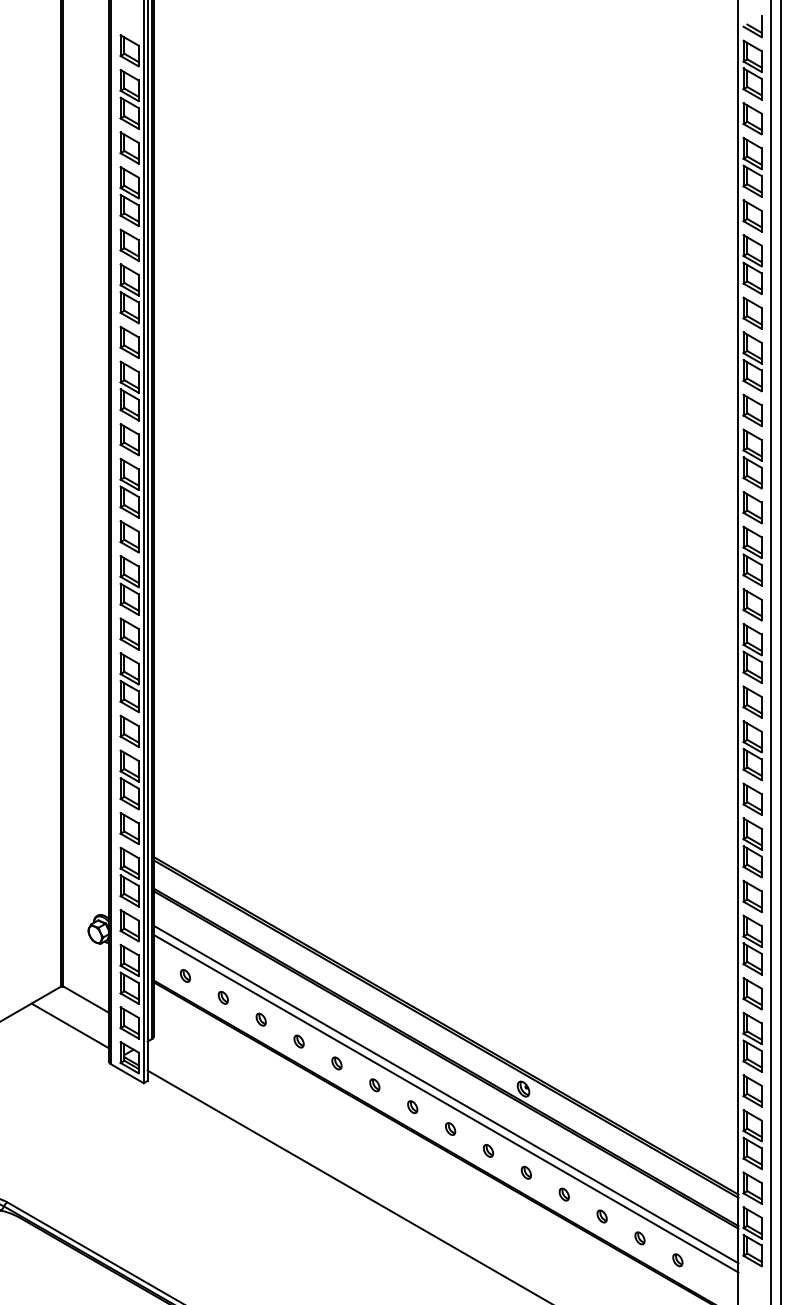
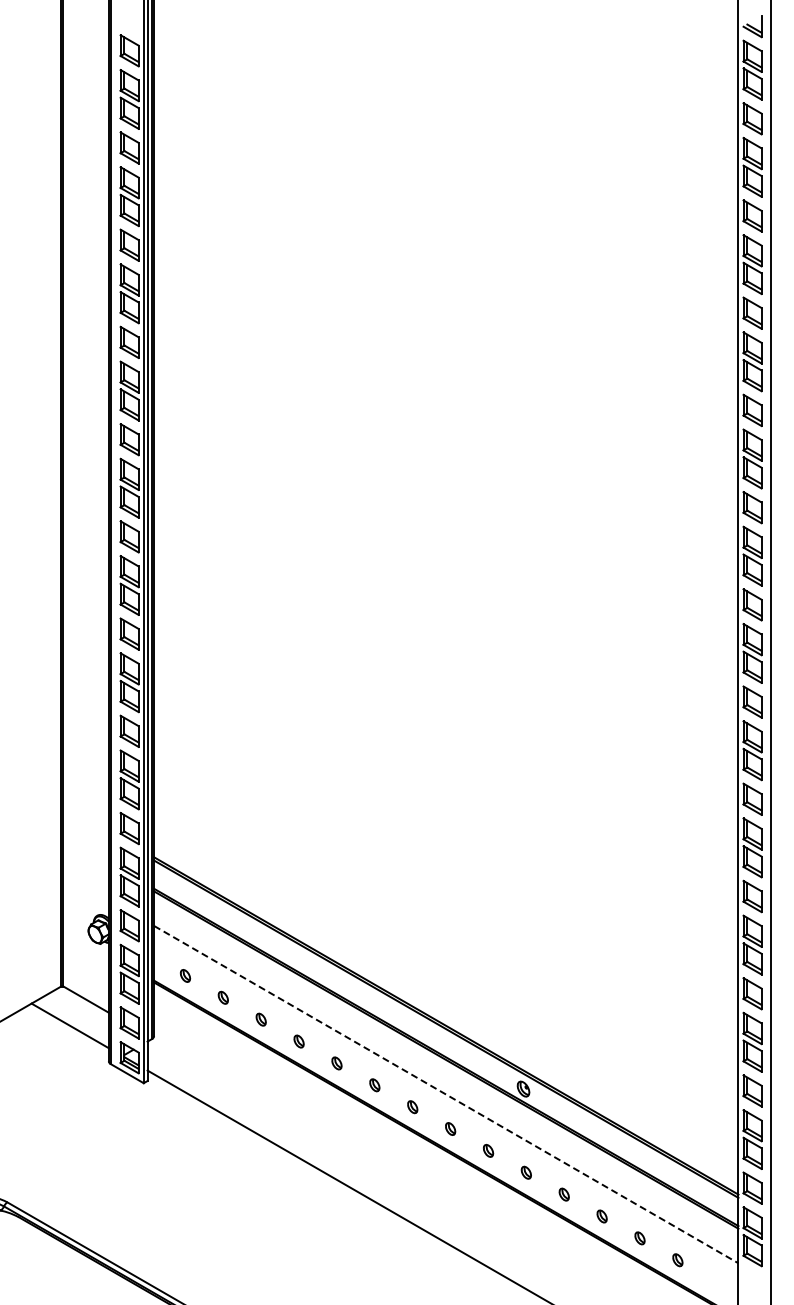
line at (781, 651): present -> none
line at (446, 1094): solid -> dashed
line at (446, 1103): present -> none
